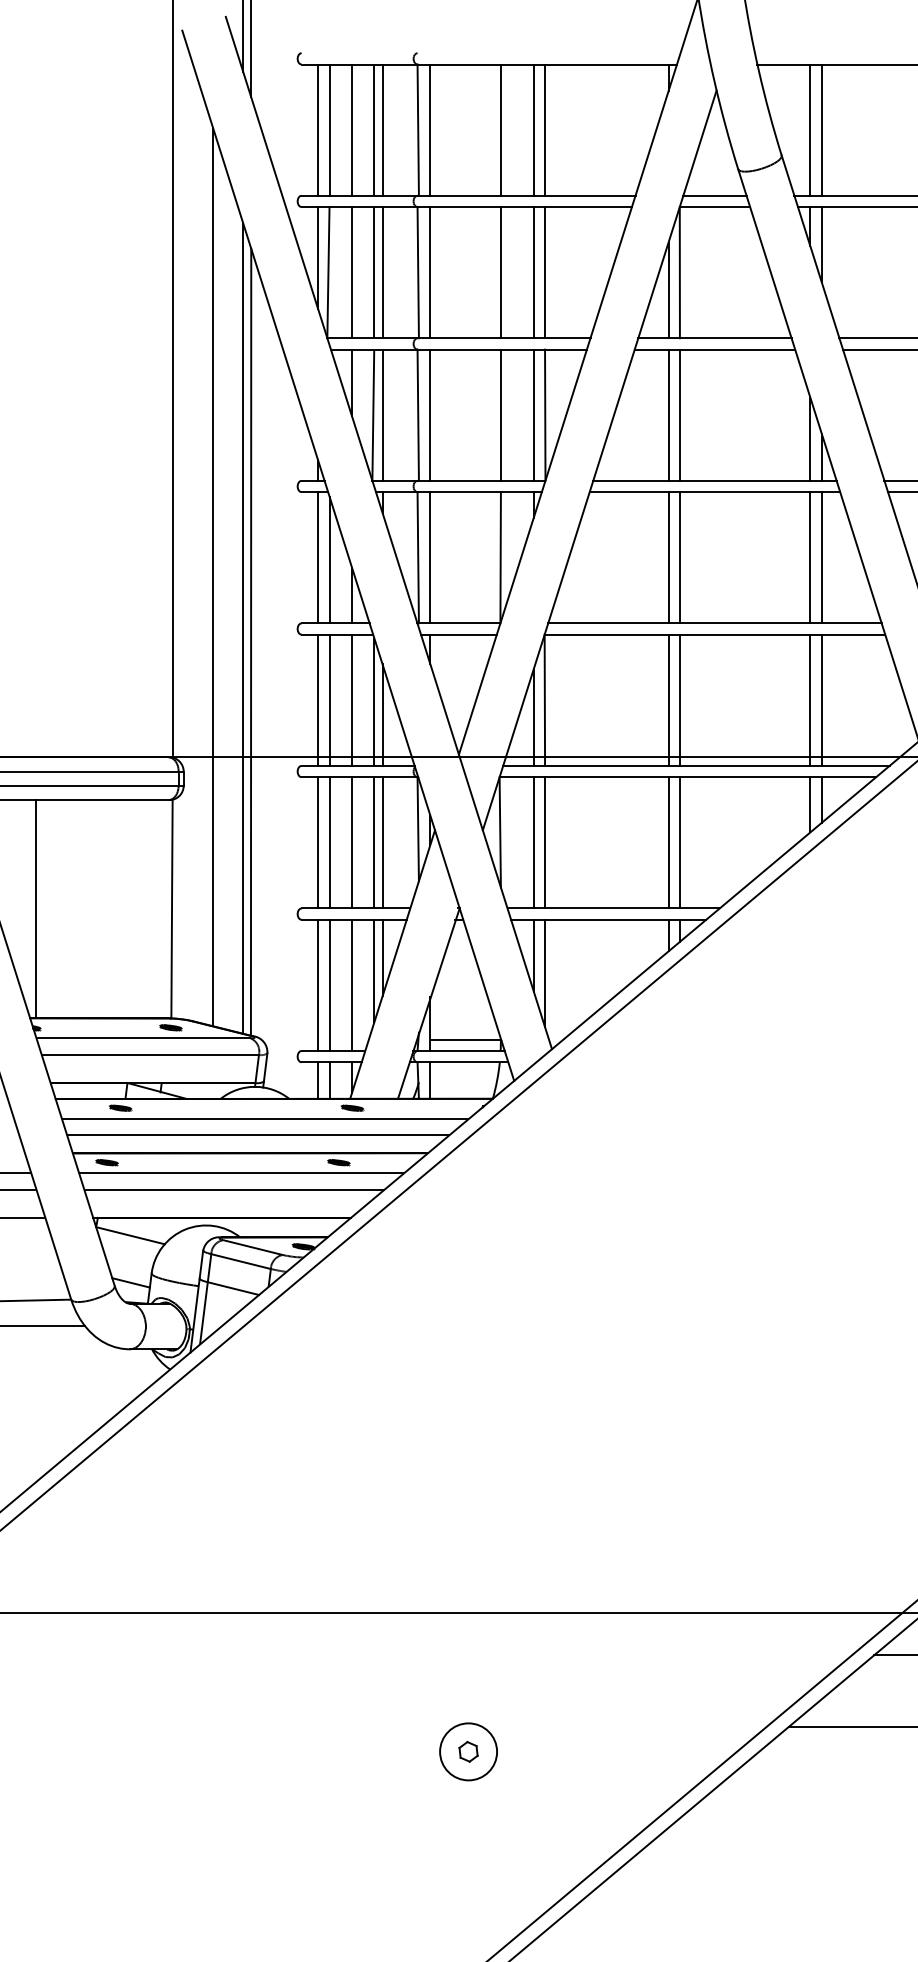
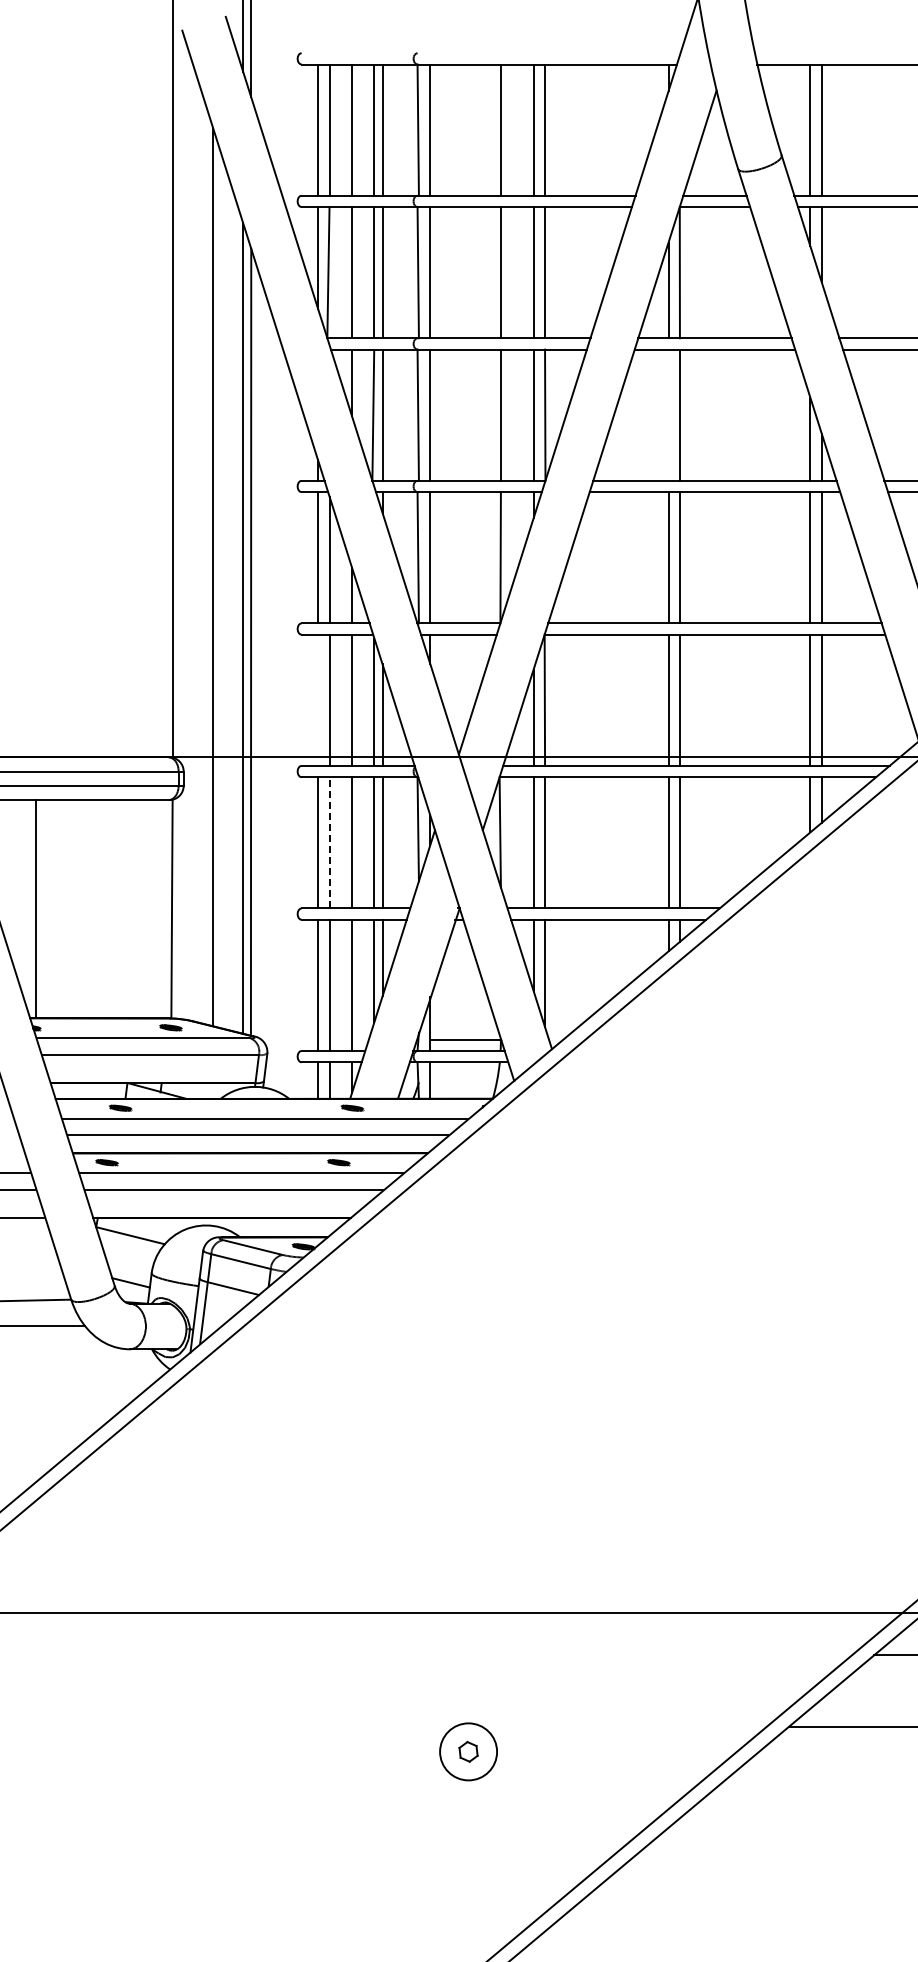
line at (668, 414): present -> none
line at (318, 699): present -> none
line at (329, 842): solid -> dashed
